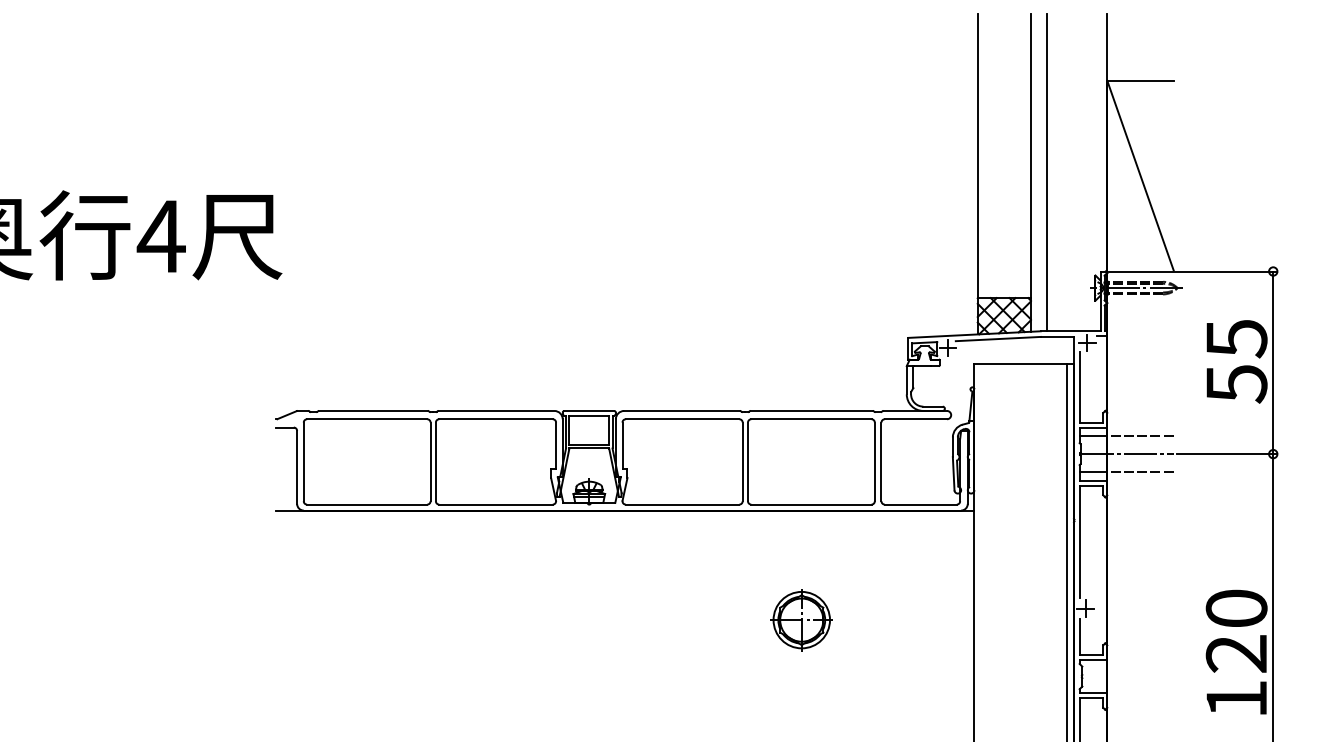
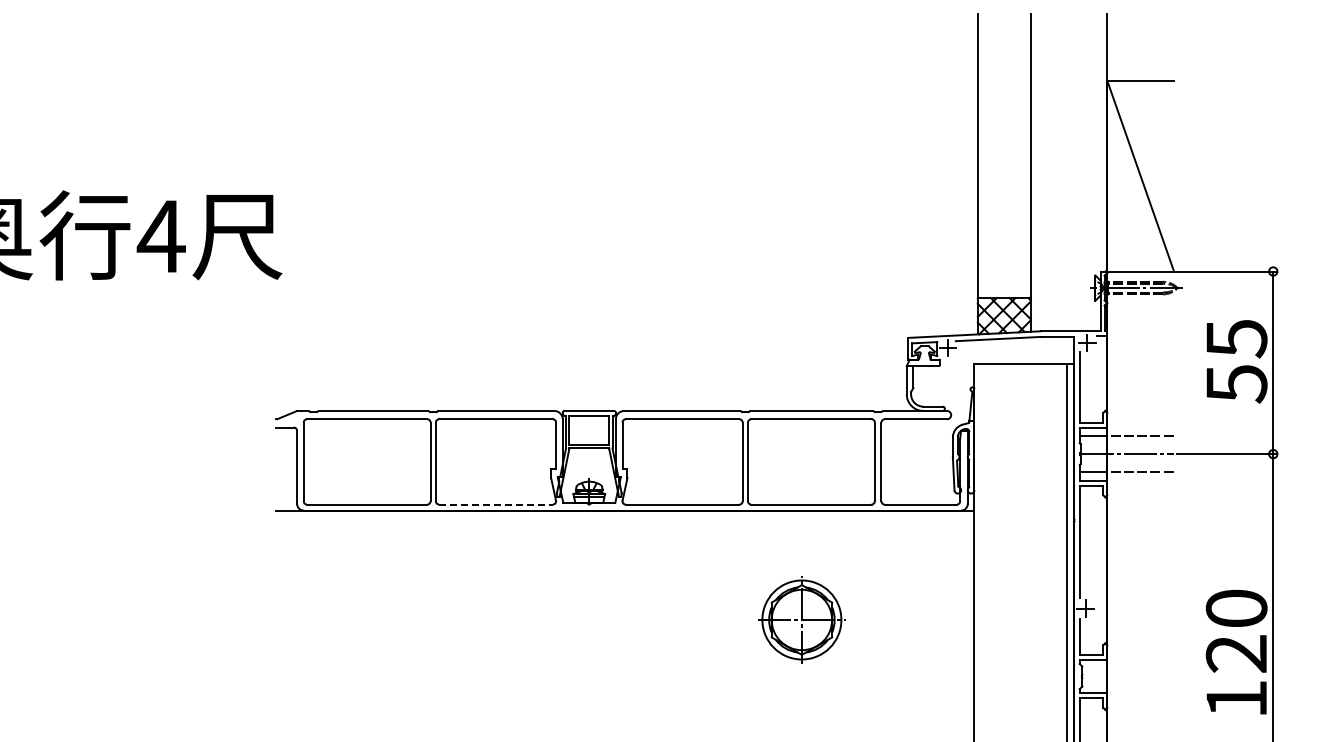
line at (1047, 172): present -> none
line at (496, 504): solid -> dashed
part at (801, 620) size: 63x63 px -> 88x88 px
